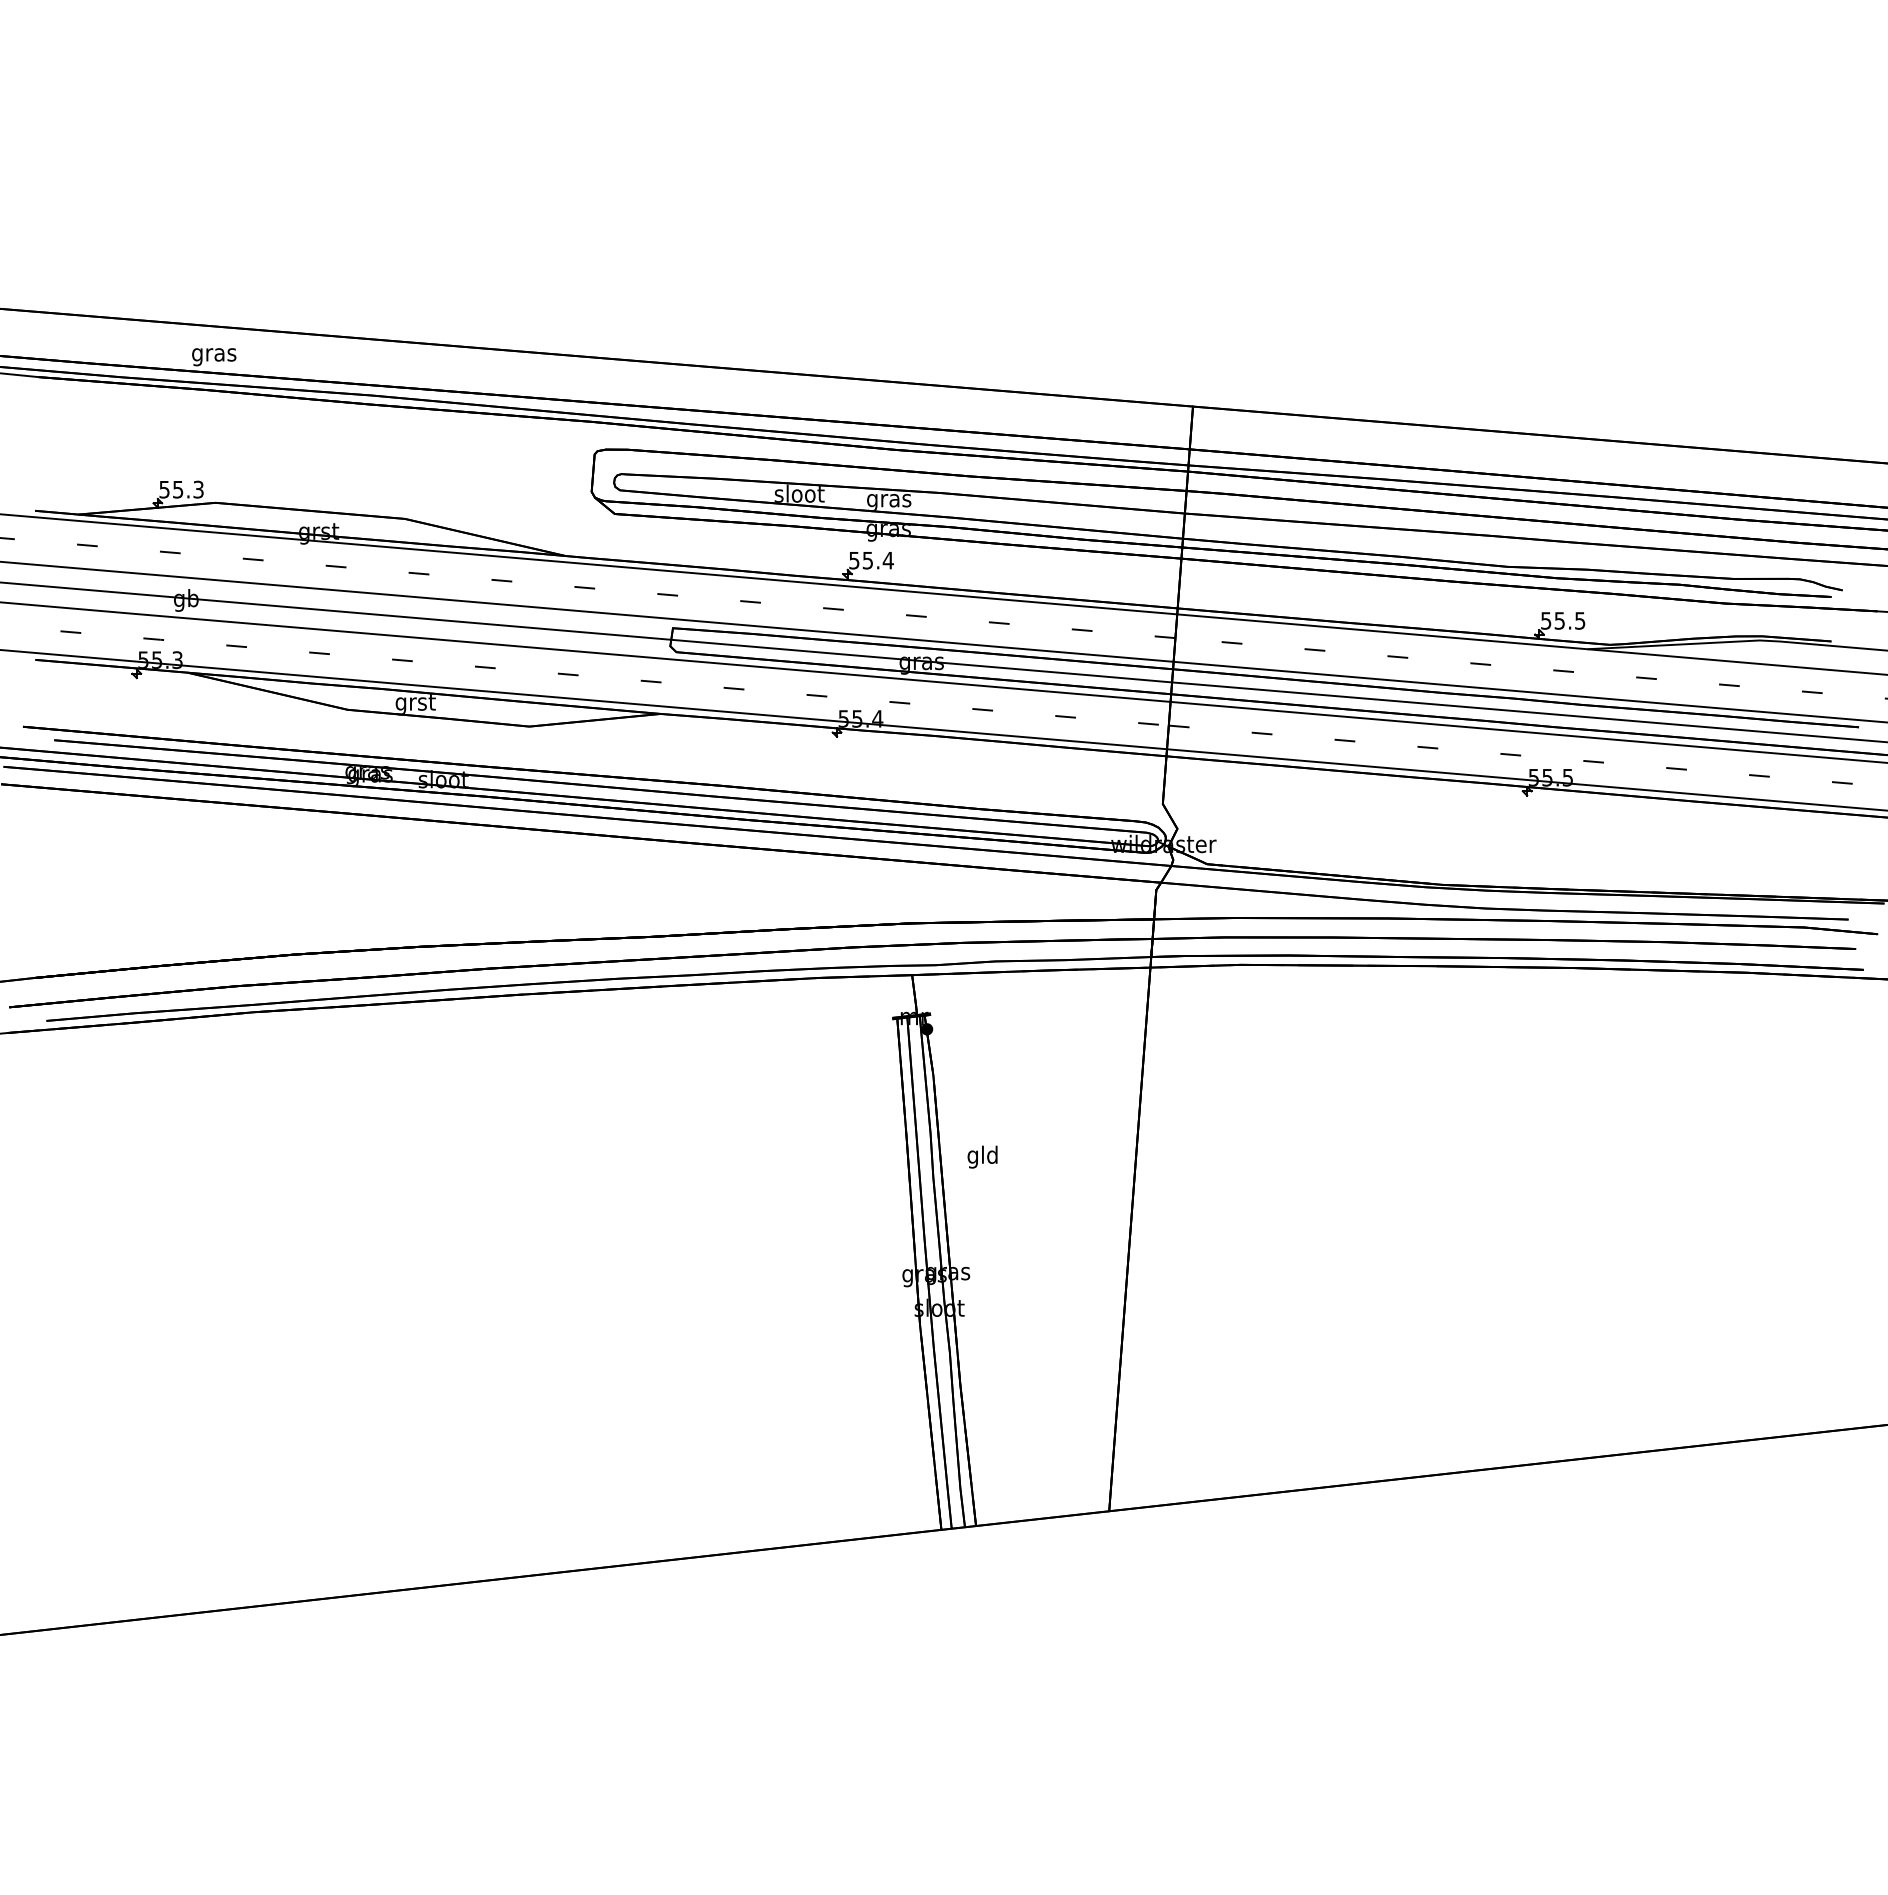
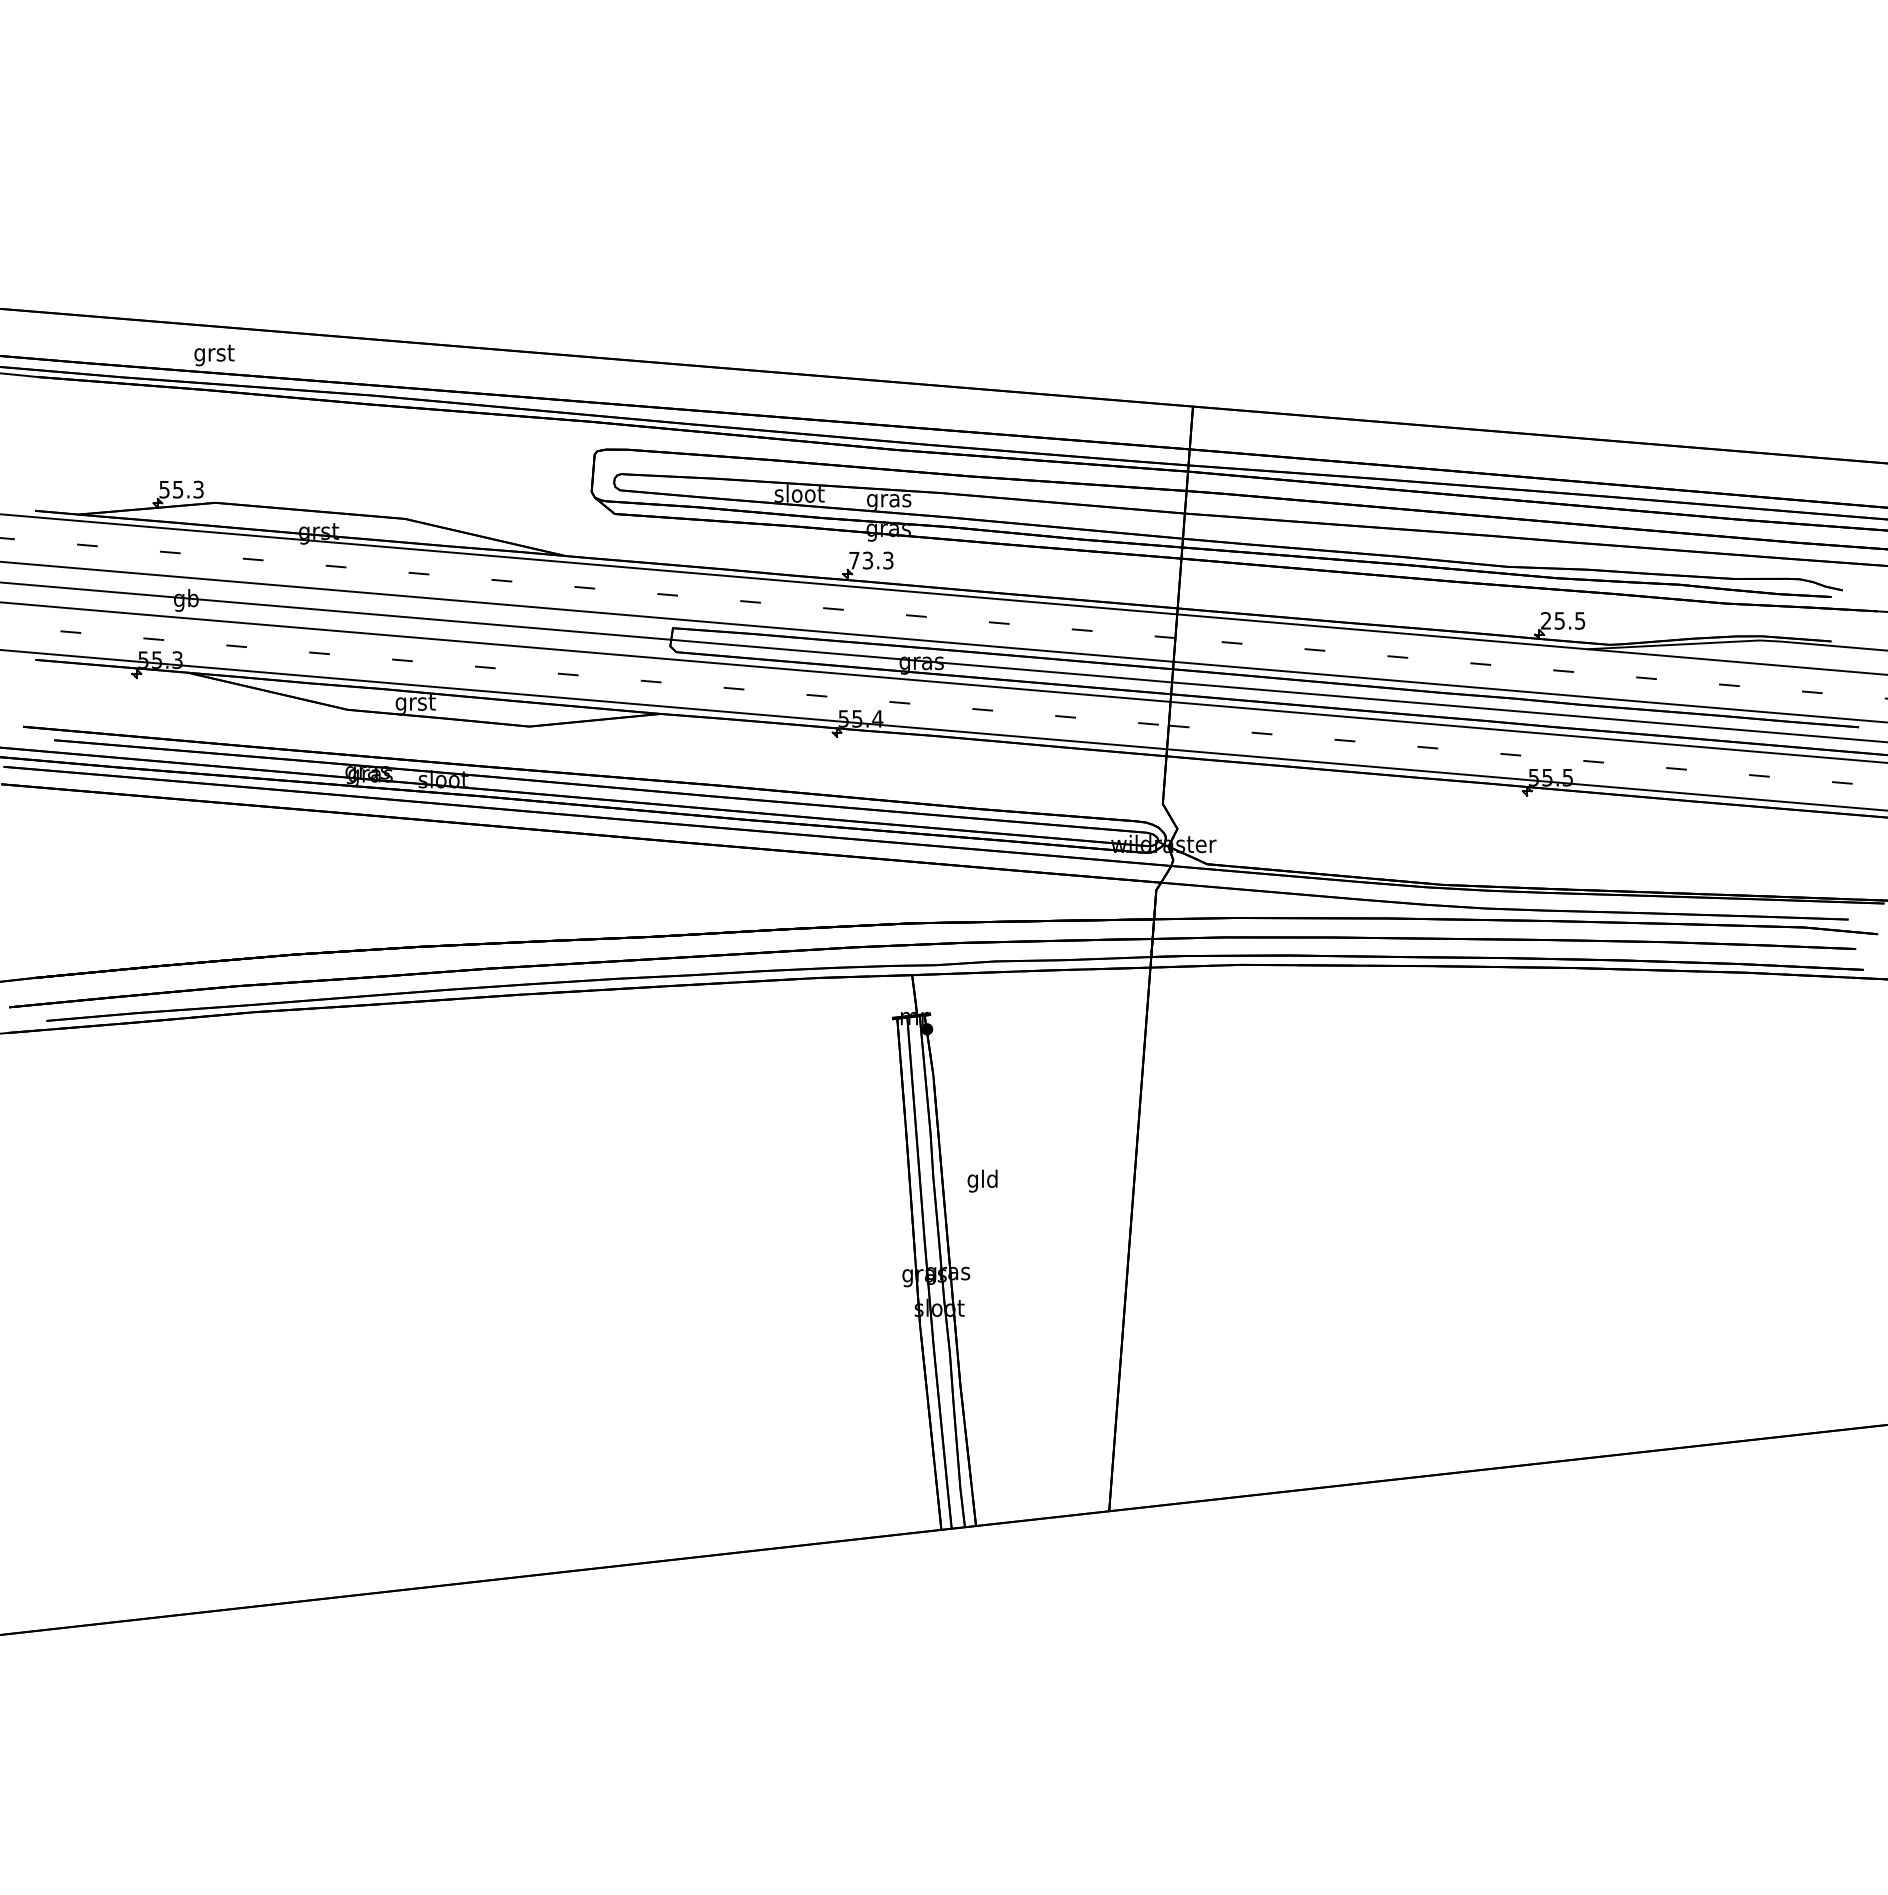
text at (214, 355): gras -> grst
text at (871, 560): 55.4 -> 73.3
text at (1546, 620): 55.5 -> 25.5
text at (982, 1156) position: (982, 1156) -> (982, 1180)
